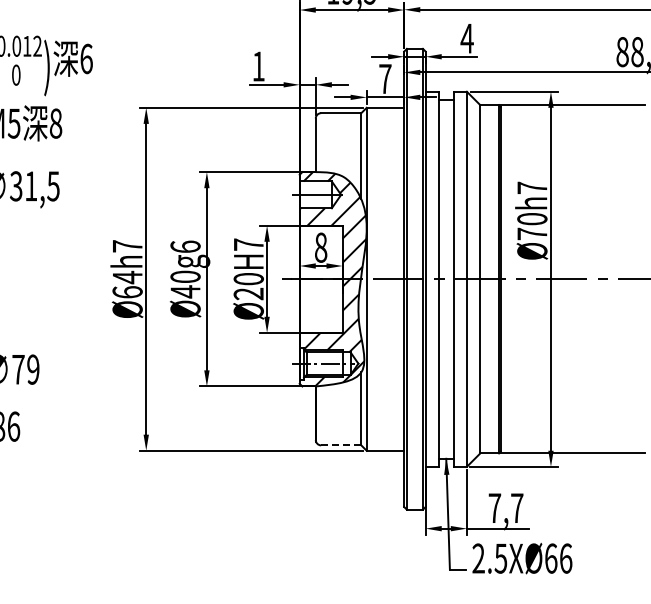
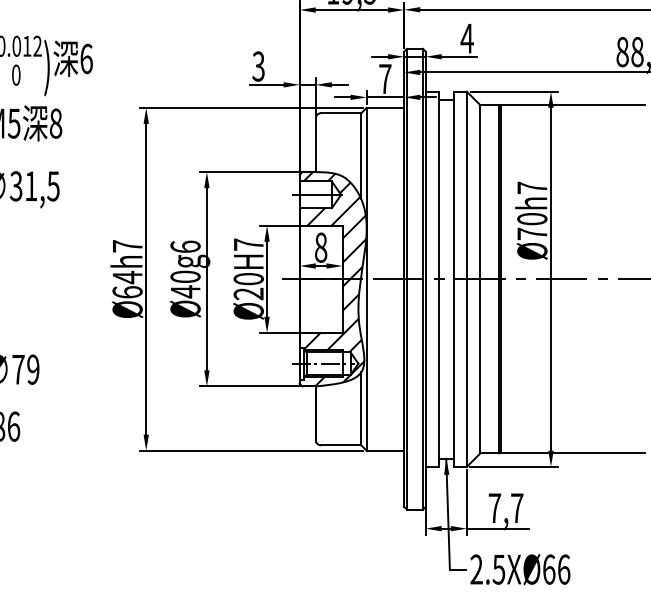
text at (258, 66): 1 -> 3
line at (341, 445): dashed -> solid
text at (522, 558) position: (522, 558) -> (520, 569)
